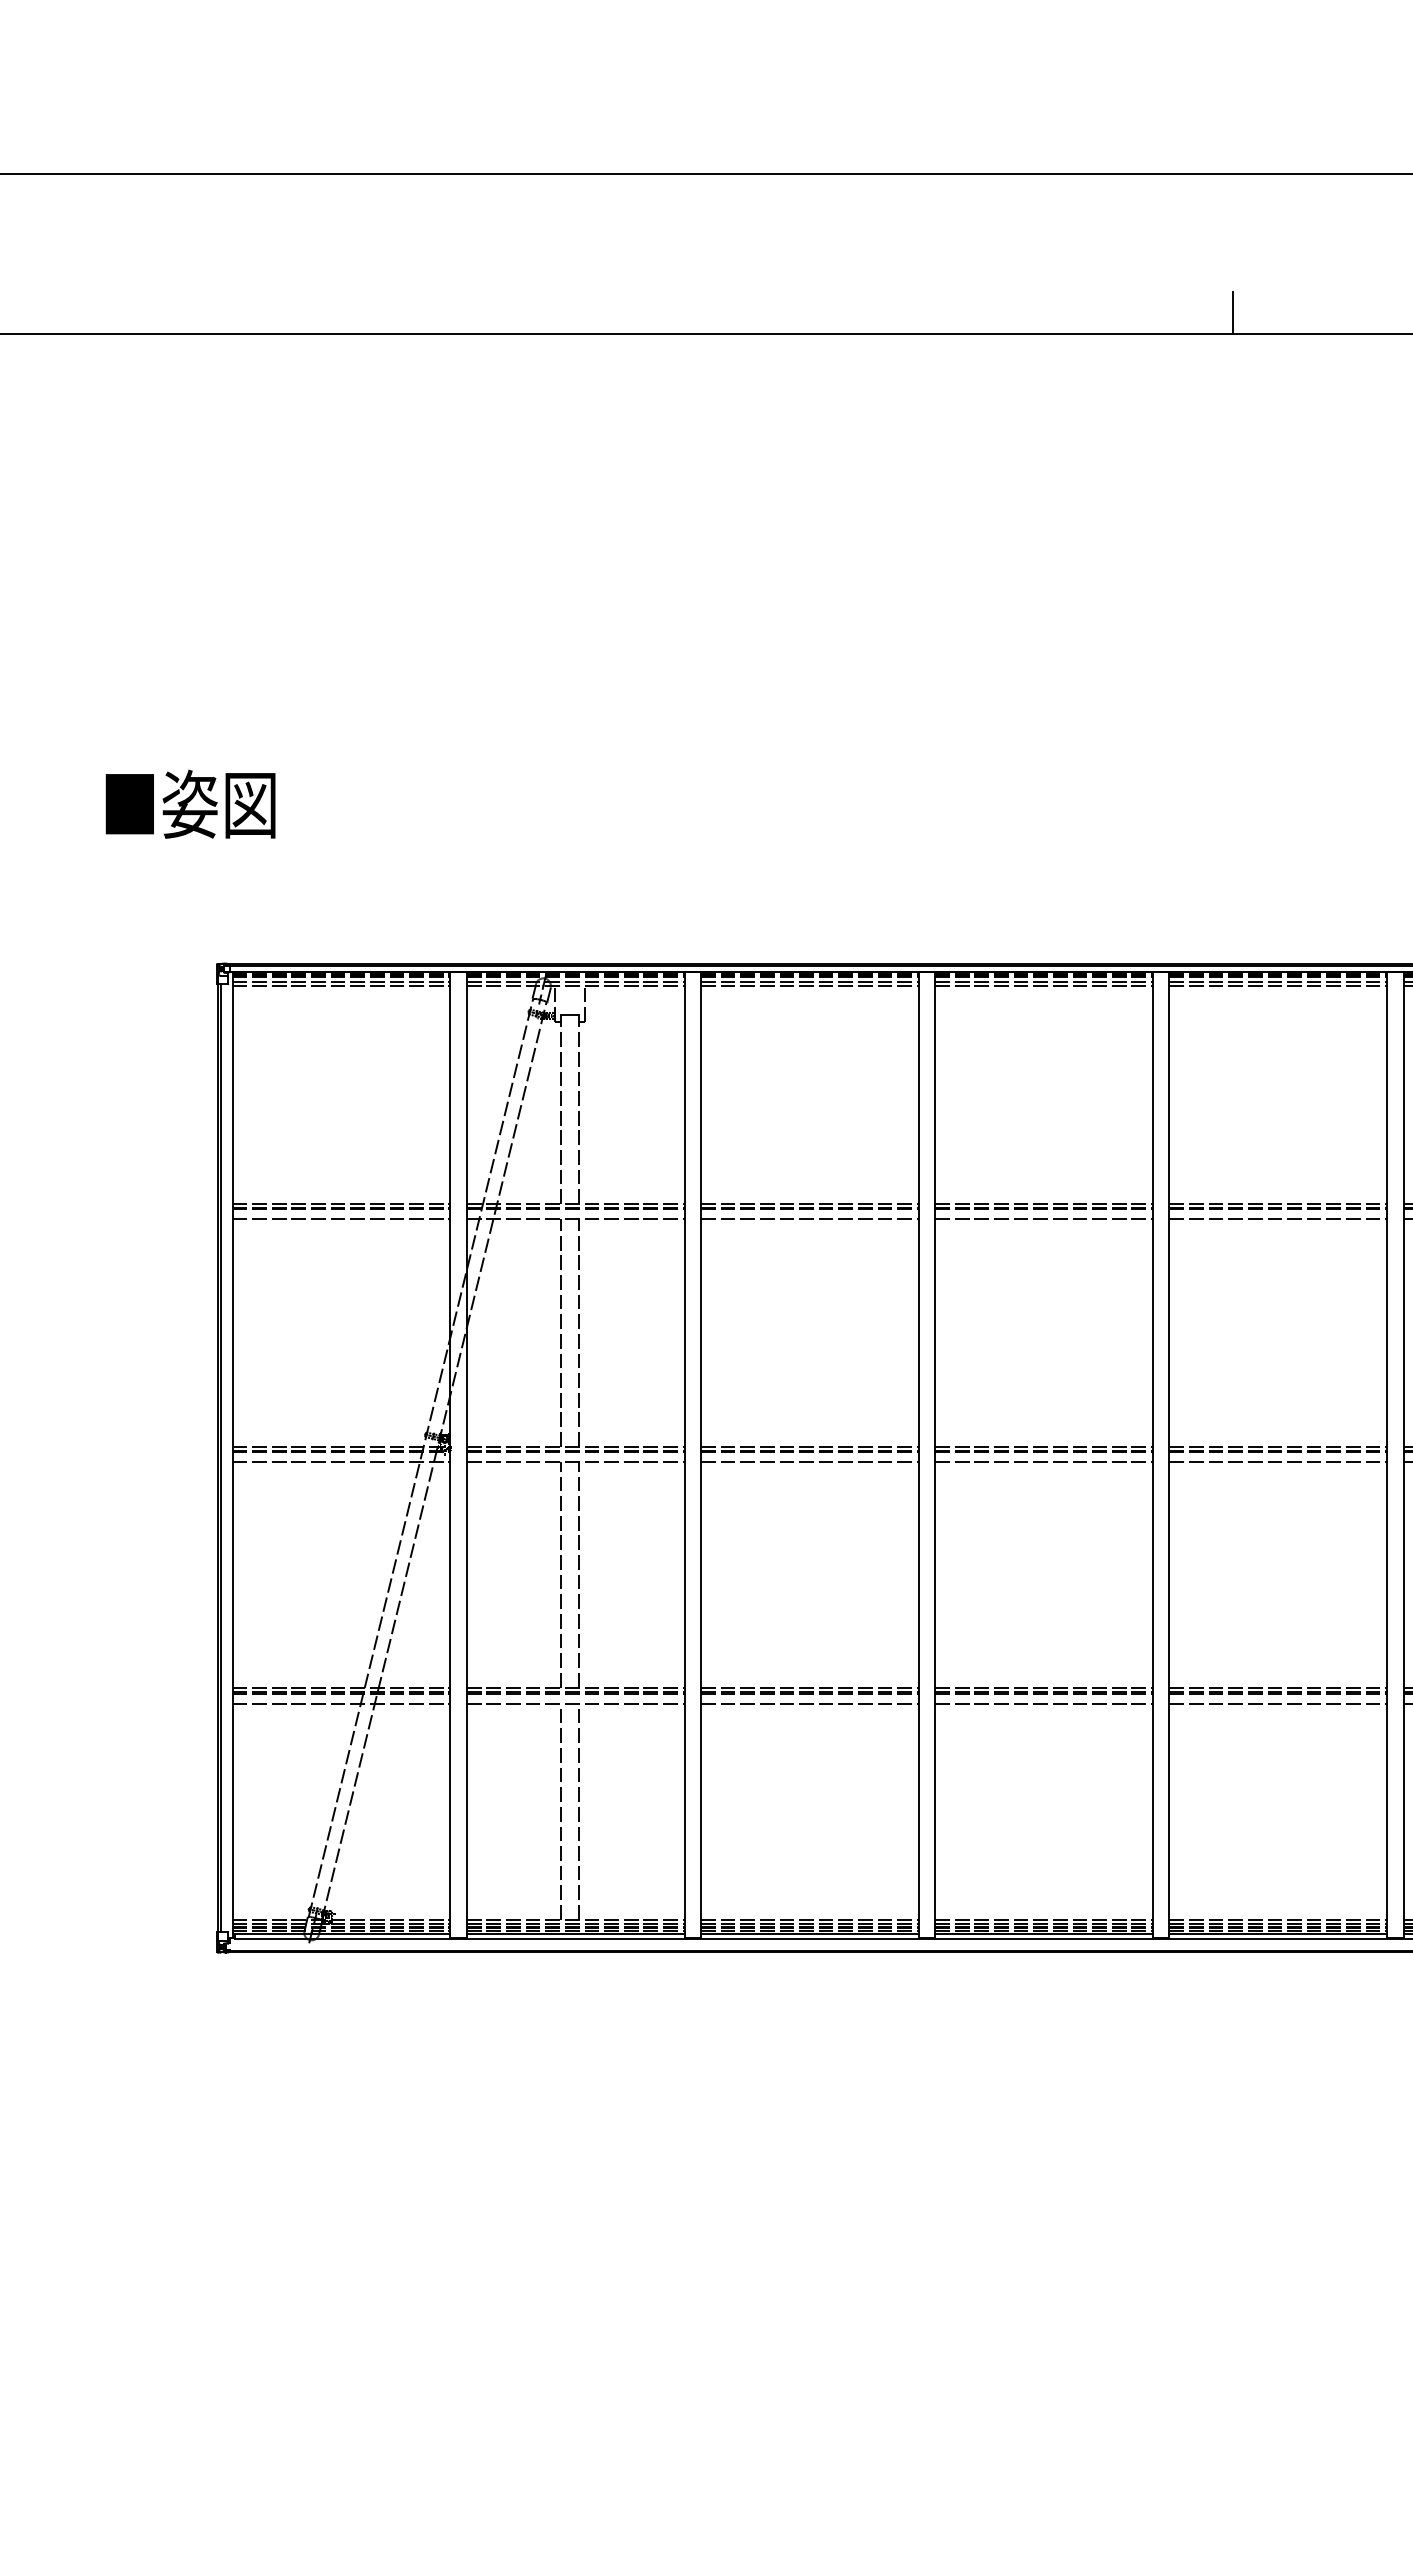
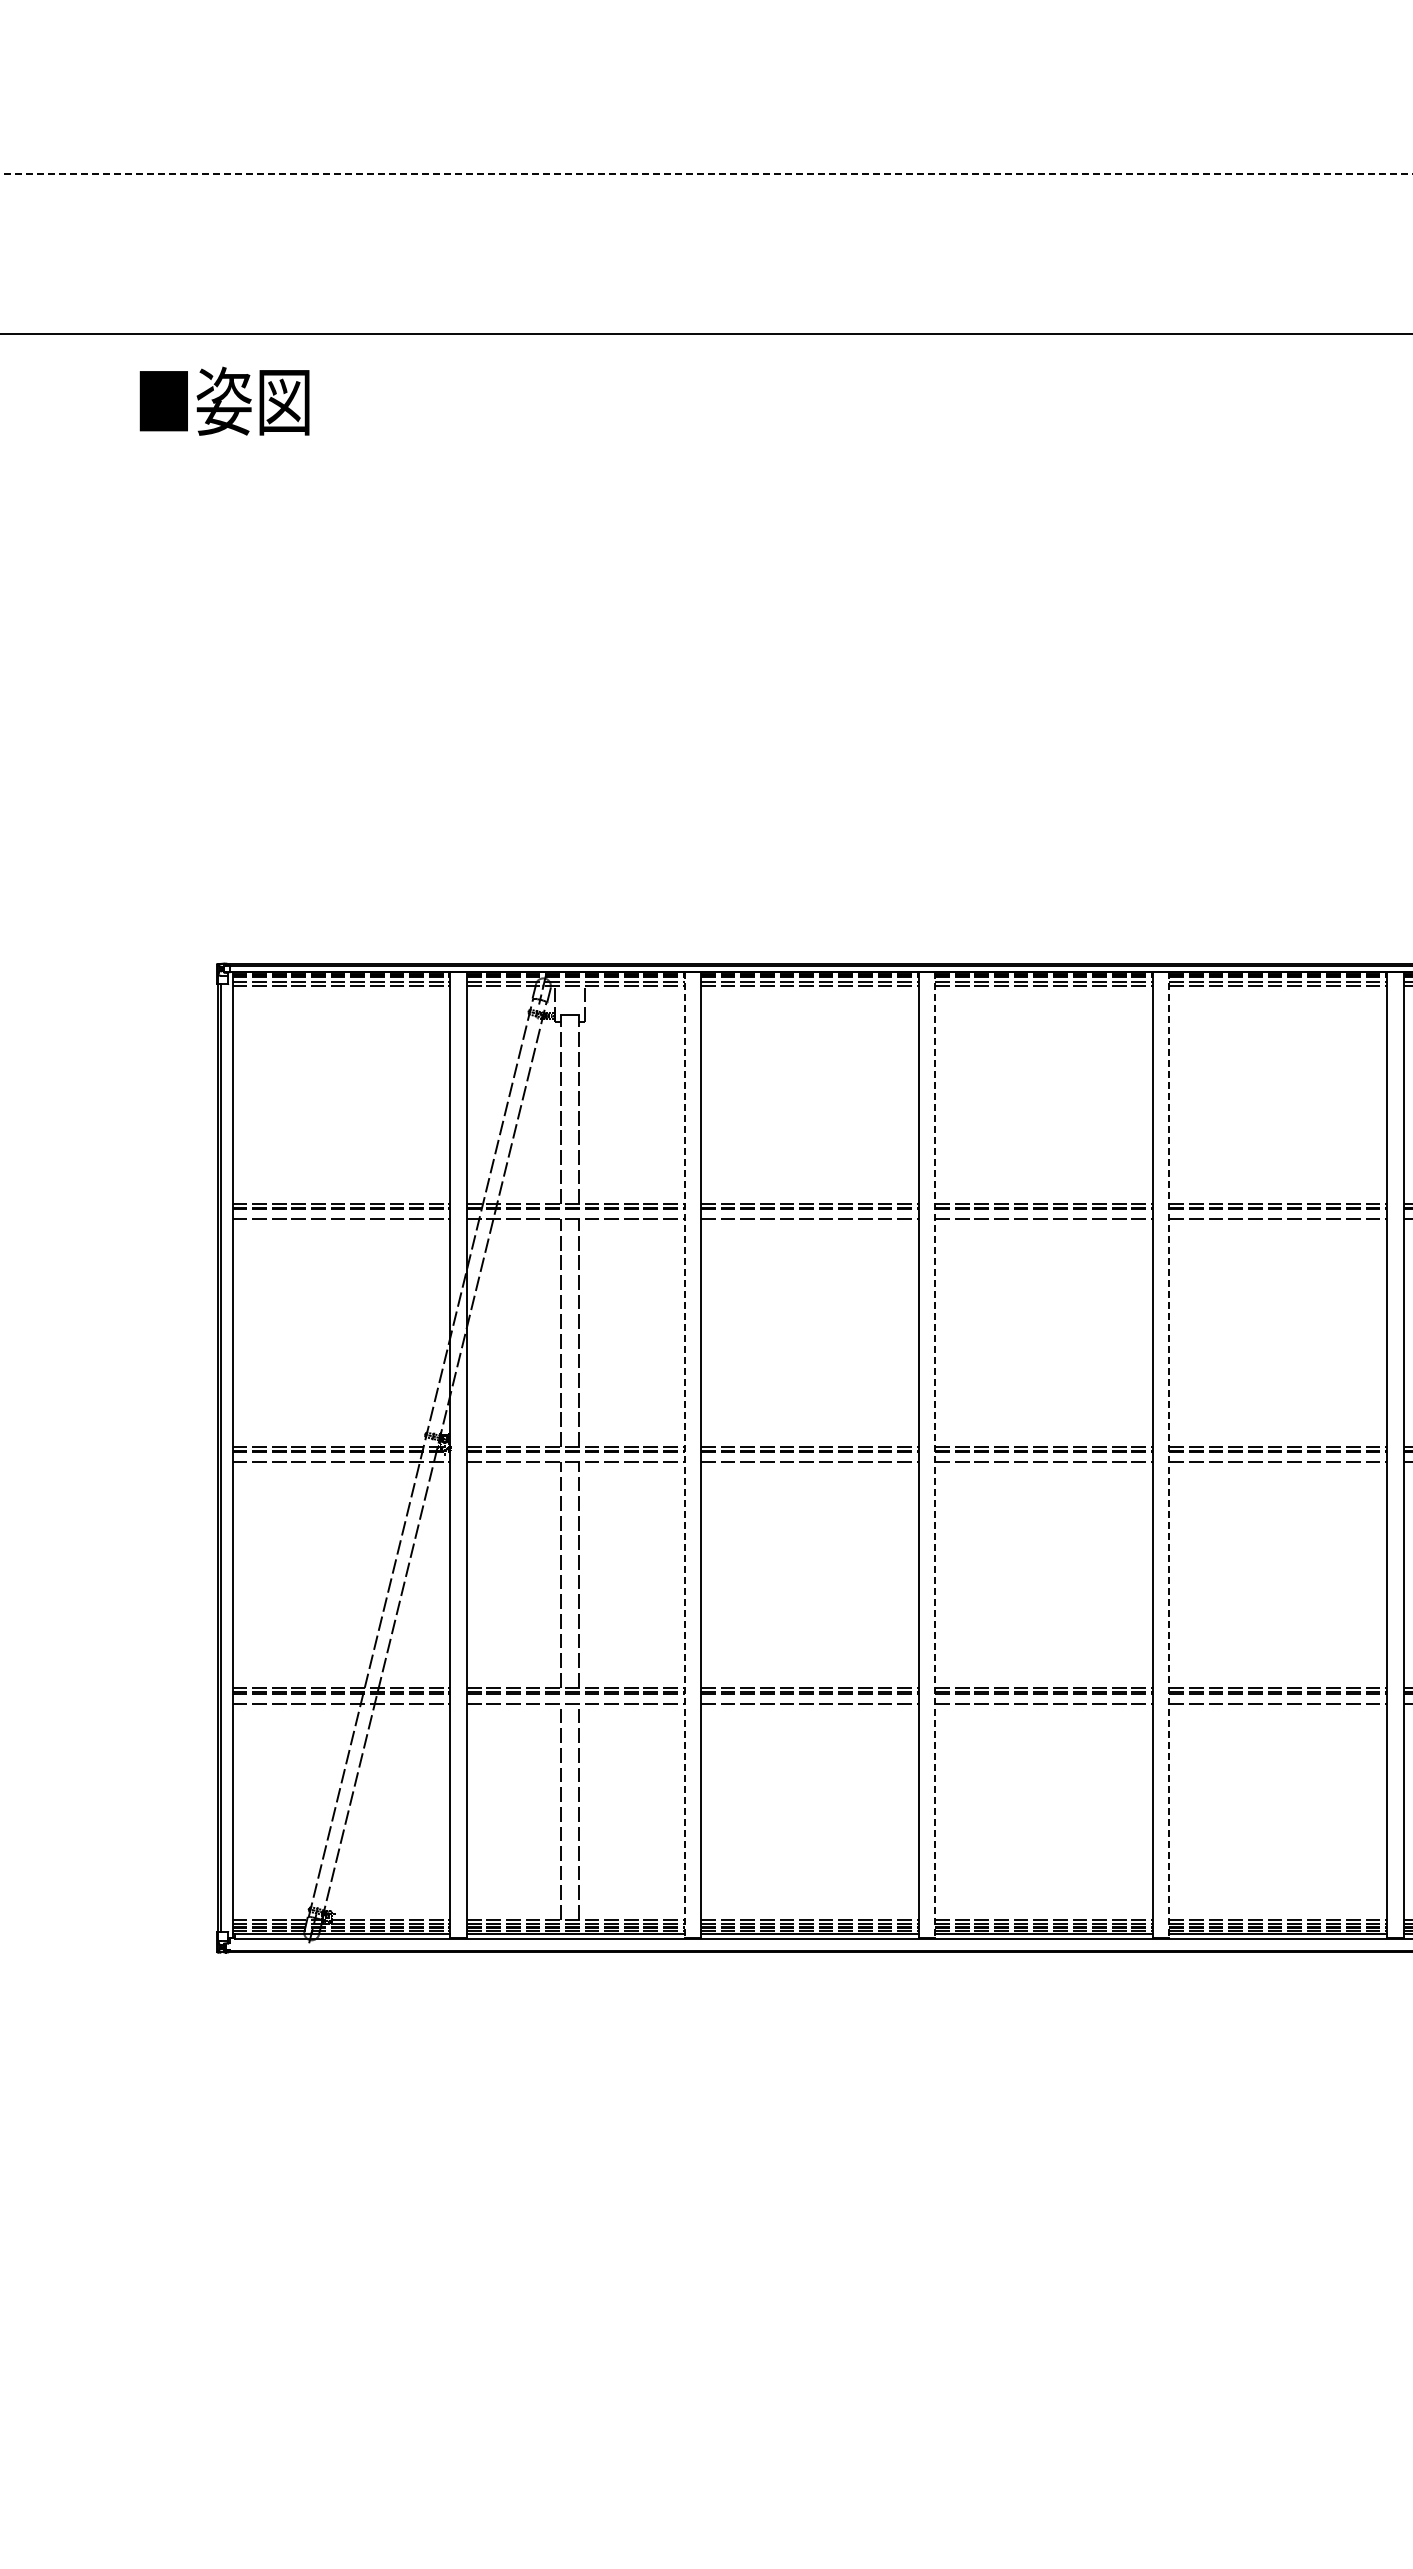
line at (706, 174): solid -> dashed
line at (1232, 312): present -> none
text at (190, 803) position: (190, 803) -> (224, 400)
line at (684, 1455): solid -> dashed
line at (935, 1455): solid -> dashed
line at (1169, 1455): solid -> dashed
